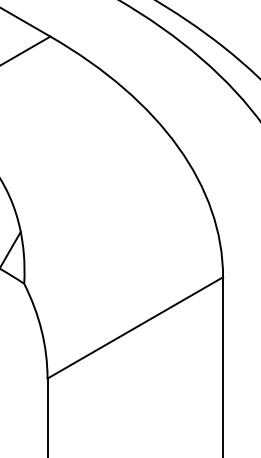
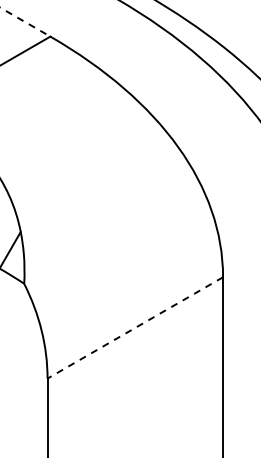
line at (25, 22): solid -> dashed
line at (134, 328): solid -> dashed
